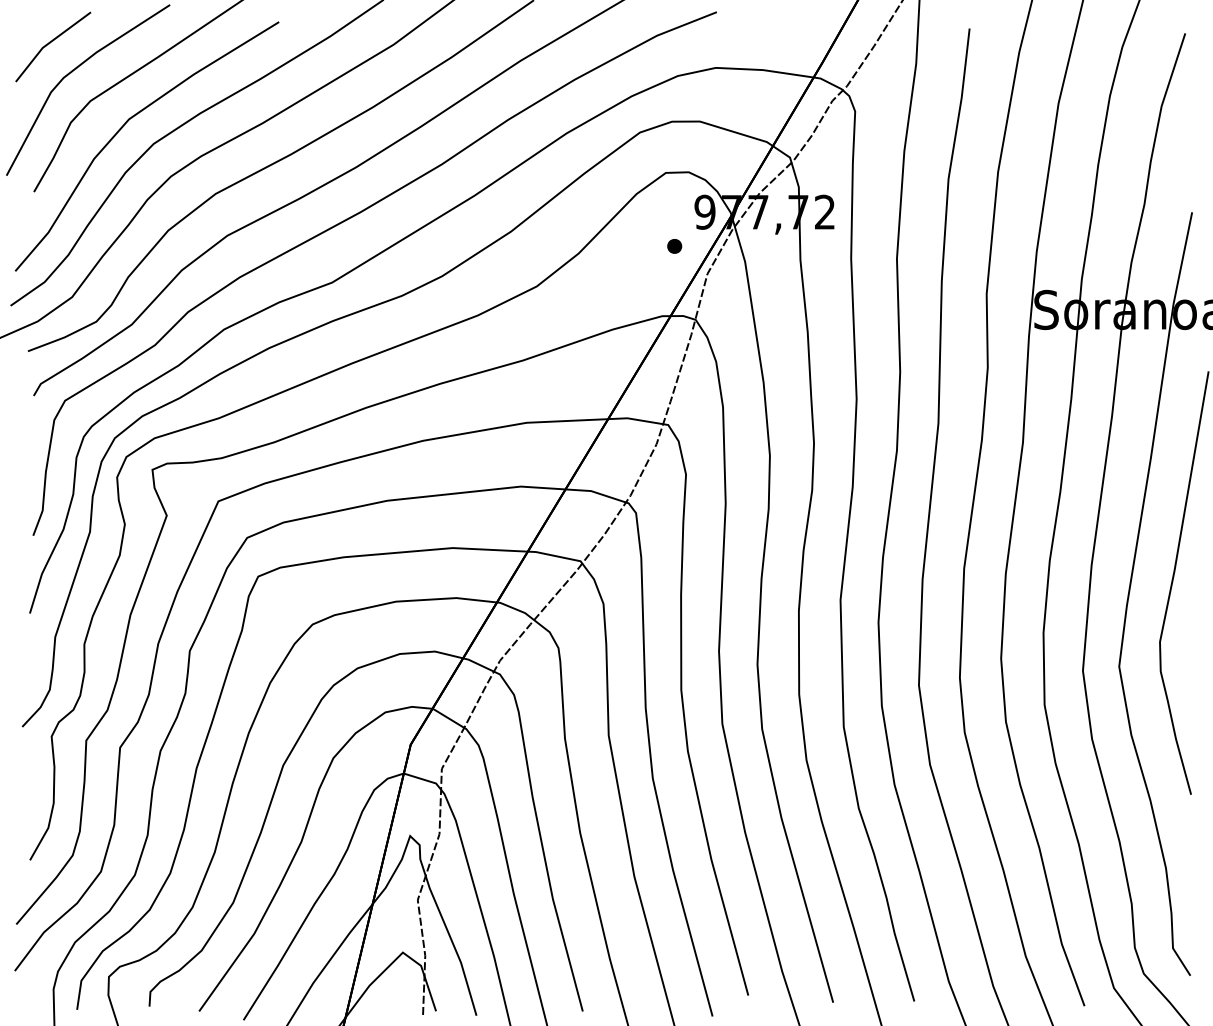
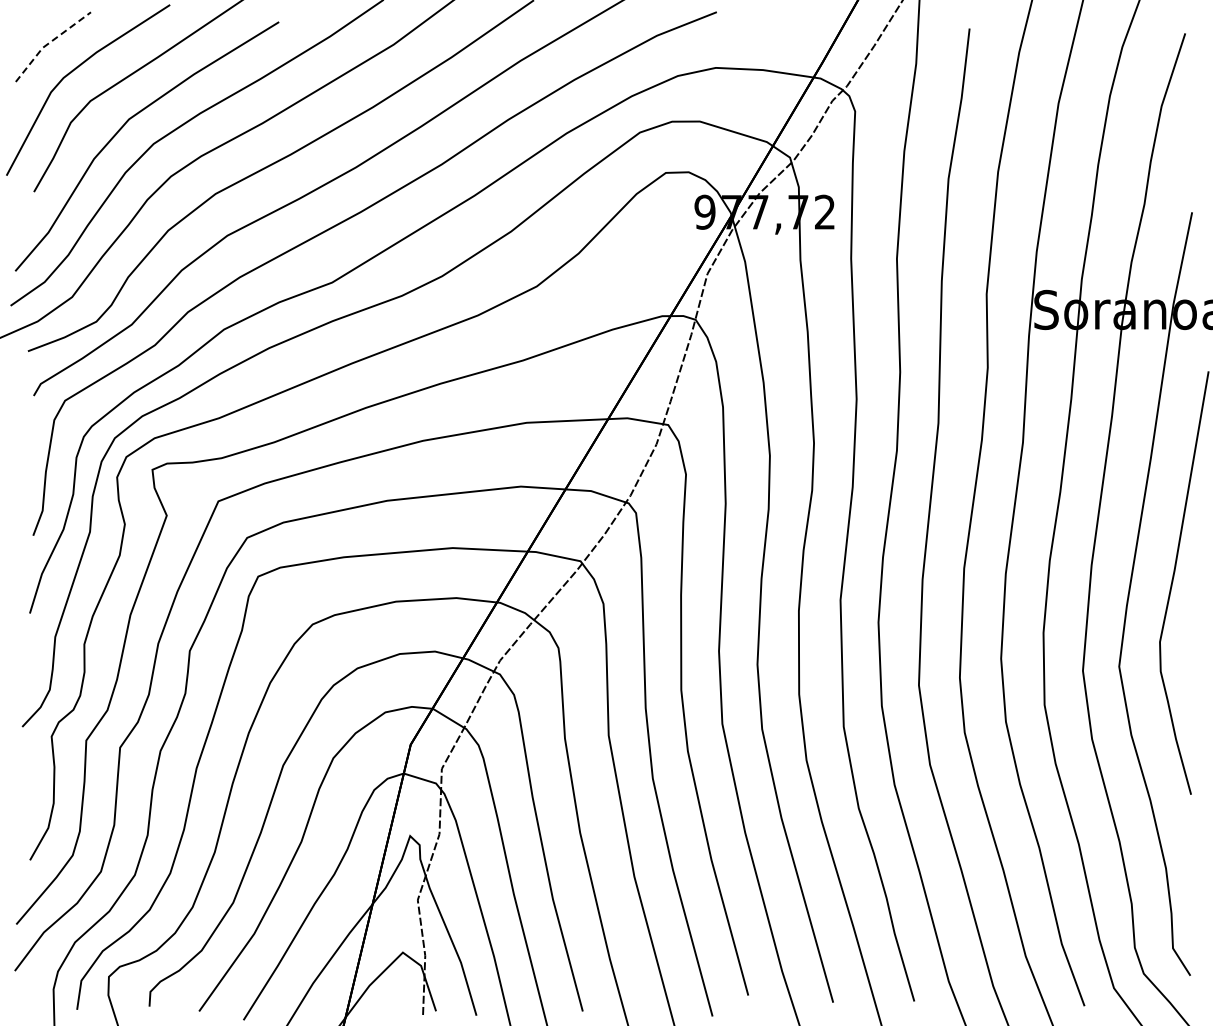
line at (49, 43): solid -> dashed
part at (674, 246): present -> none
